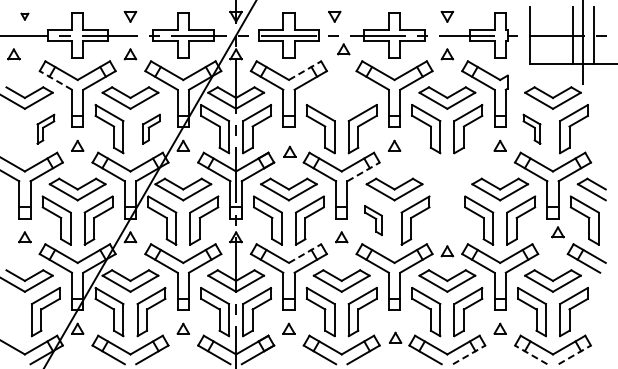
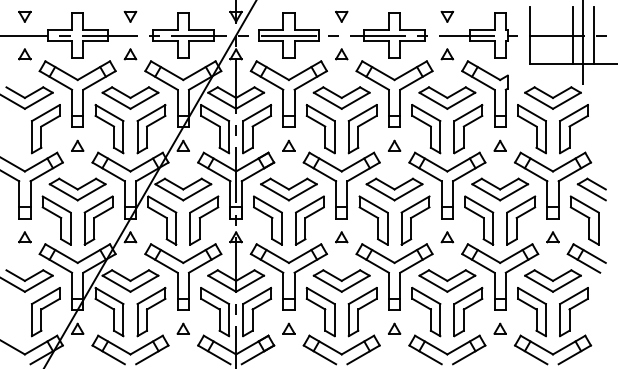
part at (24, 16) size: 10x9 px -> 14x13 px
part at (334, 16) position: (334, 16) -> (341, 16)
part at (343, 49) position: (343, 49) -> (341, 54)
part at (13, 54) position: (13, 54) -> (24, 54)
line at (305, 70): dashed -> solid
line at (55, 80): dashed -> solid
part at (341, 97): none -> present
part at (45, 128) size: 20x32 px -> 30x51 px
part at (151, 128) size: 19x32 px -> 31x51 px
part at (531, 128) size: 20x32 px -> 30x51 px
part at (289, 151) position: (289, 151) -> (288, 145)
line at (363, 171): dashed -> solid
part at (447, 185): none -> present
part at (373, 220) size: 19x31 px -> 31x51 px
part at (557, 232) position: (557, 232) -> (552, 237)
part at (447, 251) position: (447, 251) -> (447, 237)
line at (305, 253): dashed -> solid
part at (395, 337) position: (395, 337) -> (394, 328)
line at (469, 354): dashed -> solid
line at (531, 354): dashed -> solid
line at (574, 354): dashed -> solid
